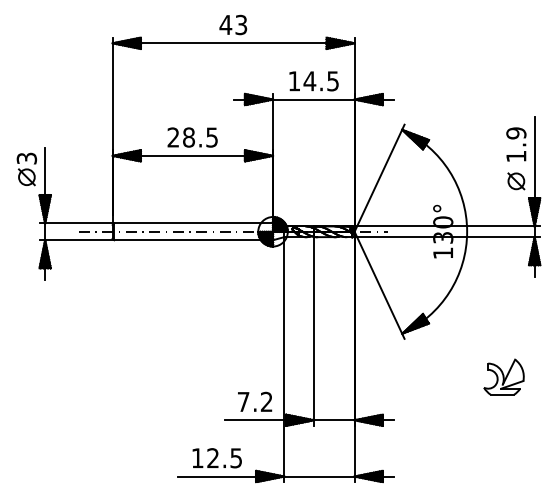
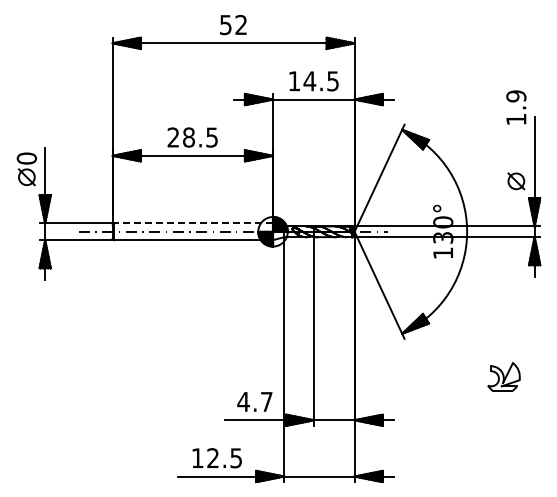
text at (233, 25): 43 -> 52
text at (516, 144) position: (516, 144) -> (516, 107)
text at (26, 158): 3 -> 0
line at (193, 223): solid -> dashed
part at (503, 376) size: 42x38 px -> 34x30 px
text at (254, 401): 7.2 -> 4.7
